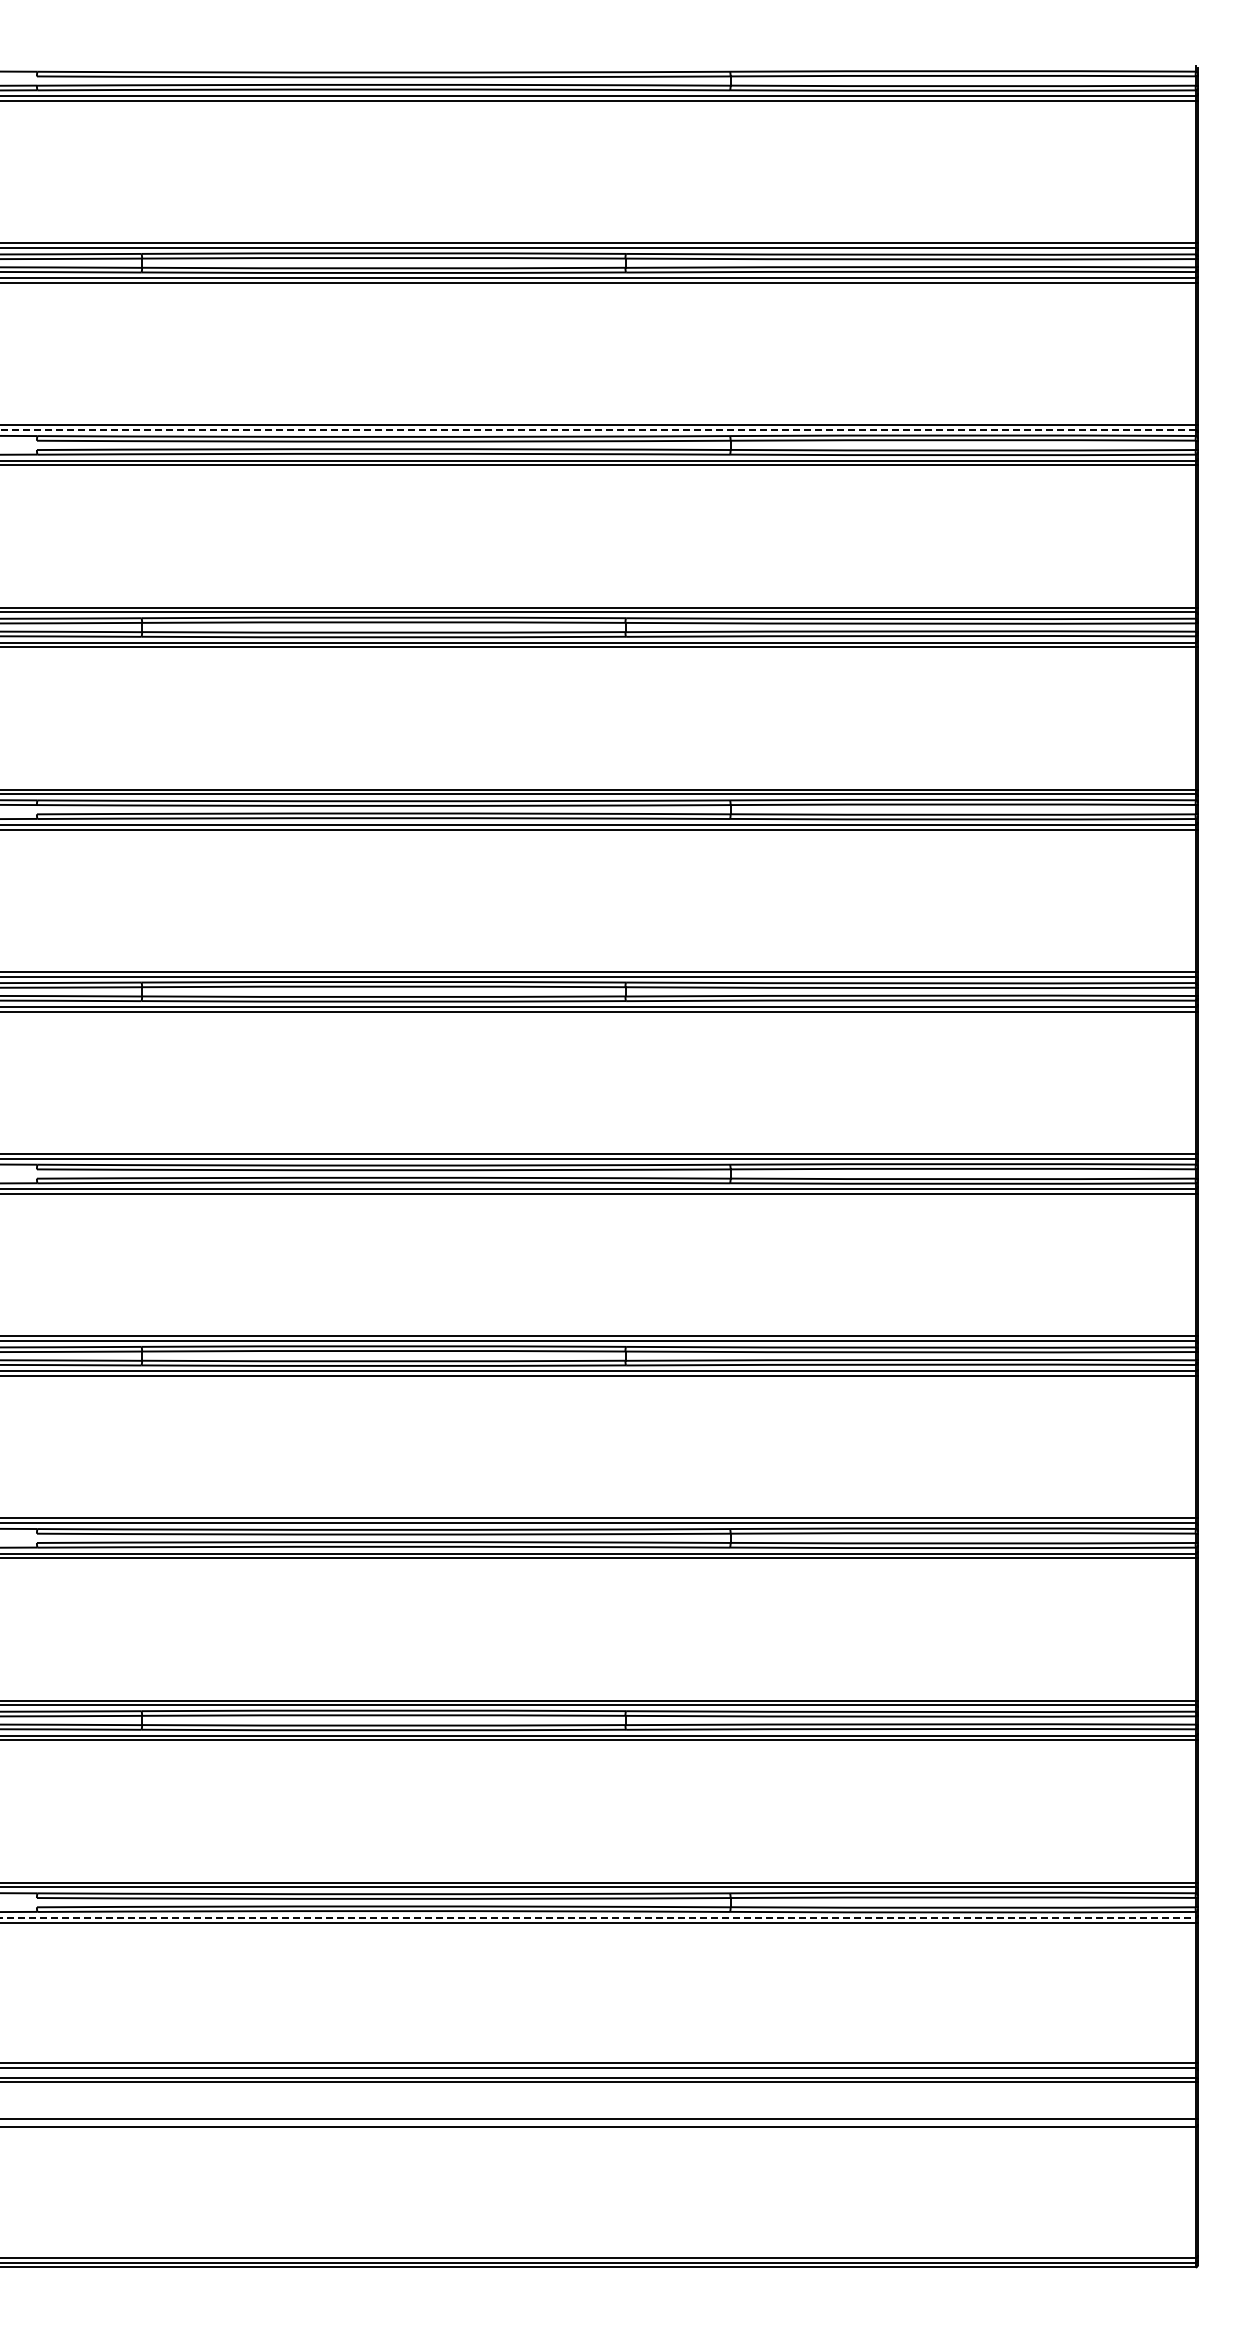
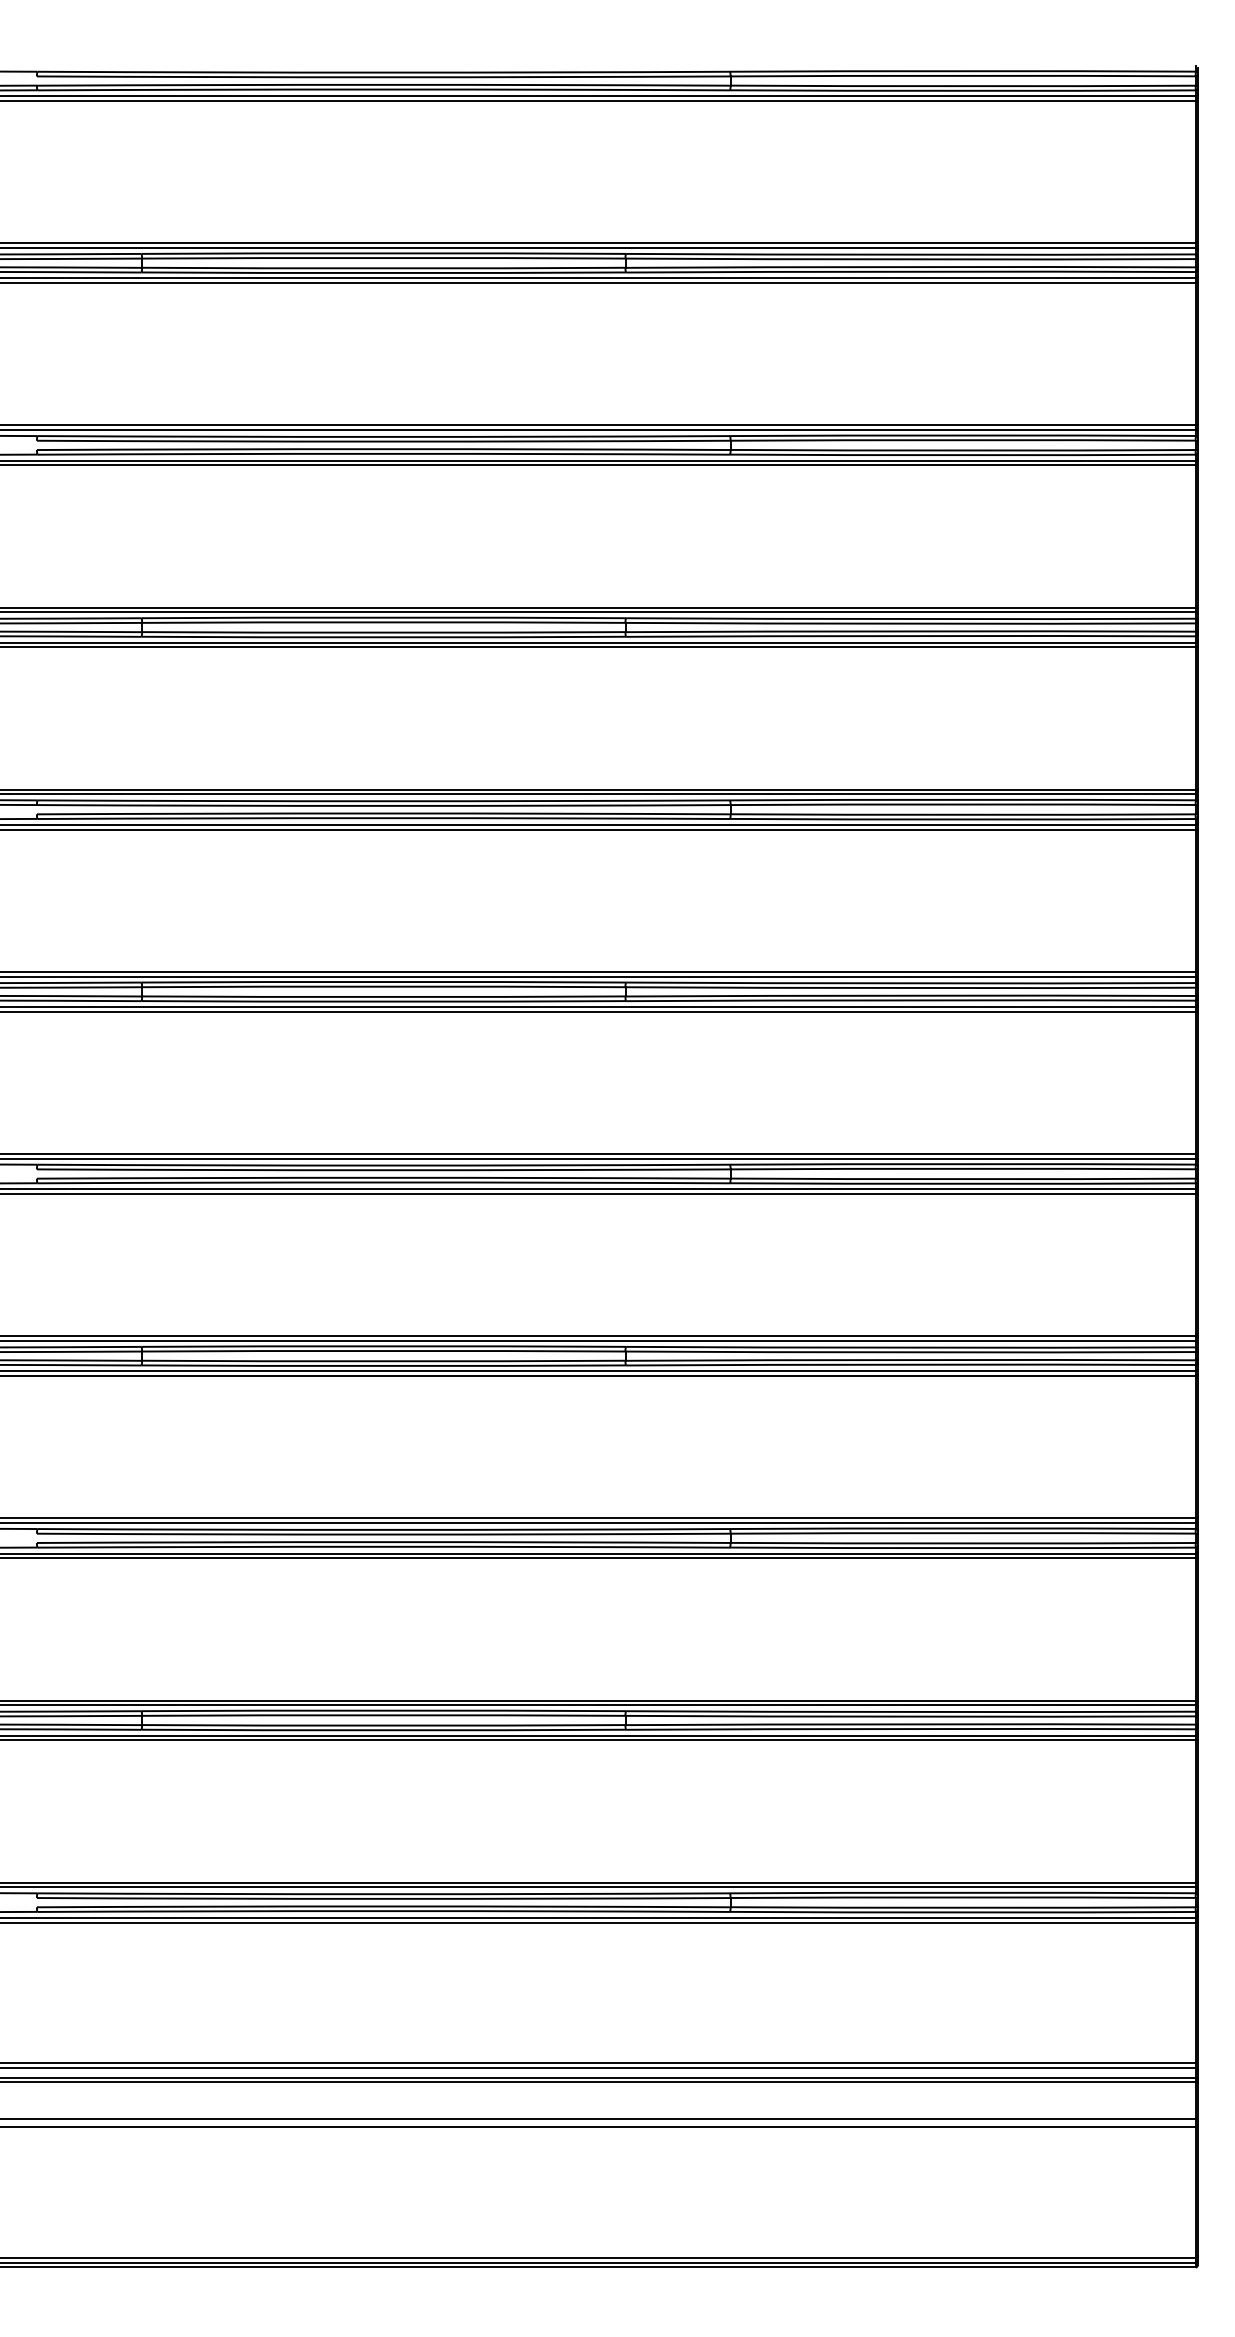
line at (598, 430): dashed -> solid
line at (599, 1917): dashed -> solid
